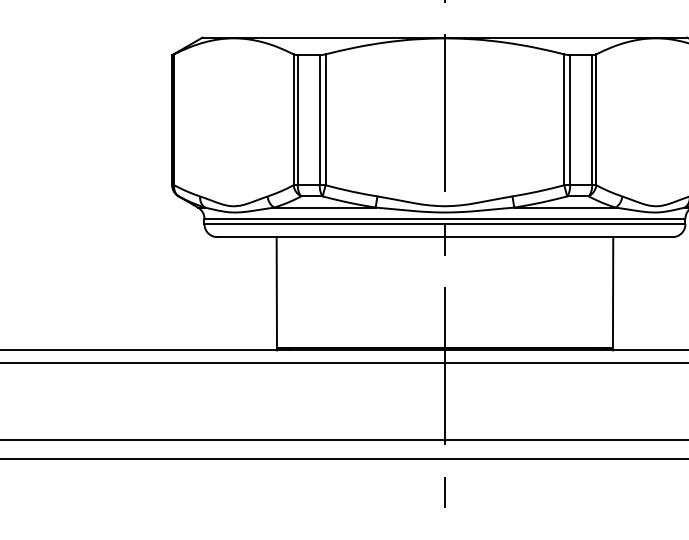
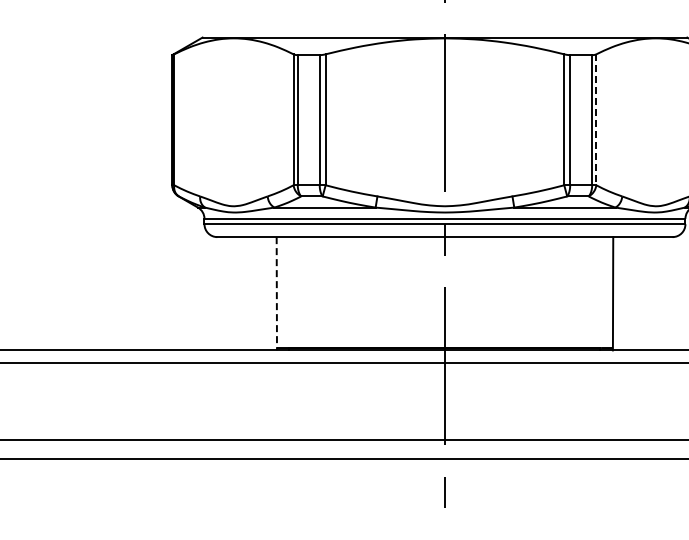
line at (596, 120): solid -> dashed
line at (276, 293): solid -> dashed
